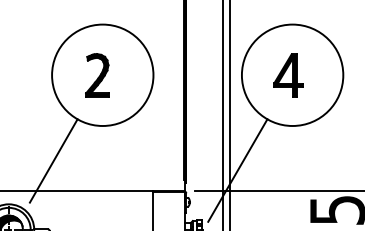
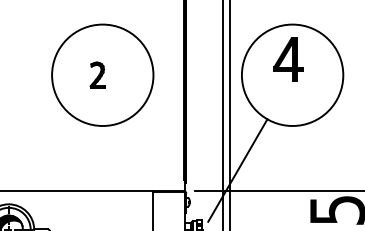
part at (97, 75) size: 25x45 px -> 17x28 px
part at (288, 75) position: (288, 75) -> (288, 59)
line at (53, 160): present -> none
